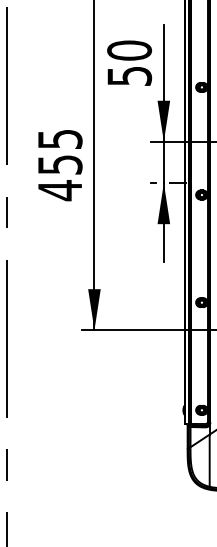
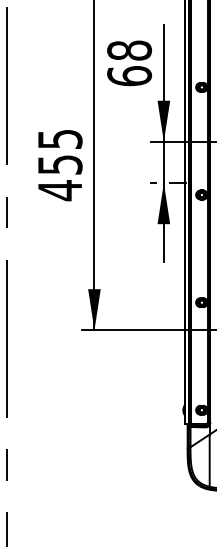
text at (129, 63): 50 -> 68
